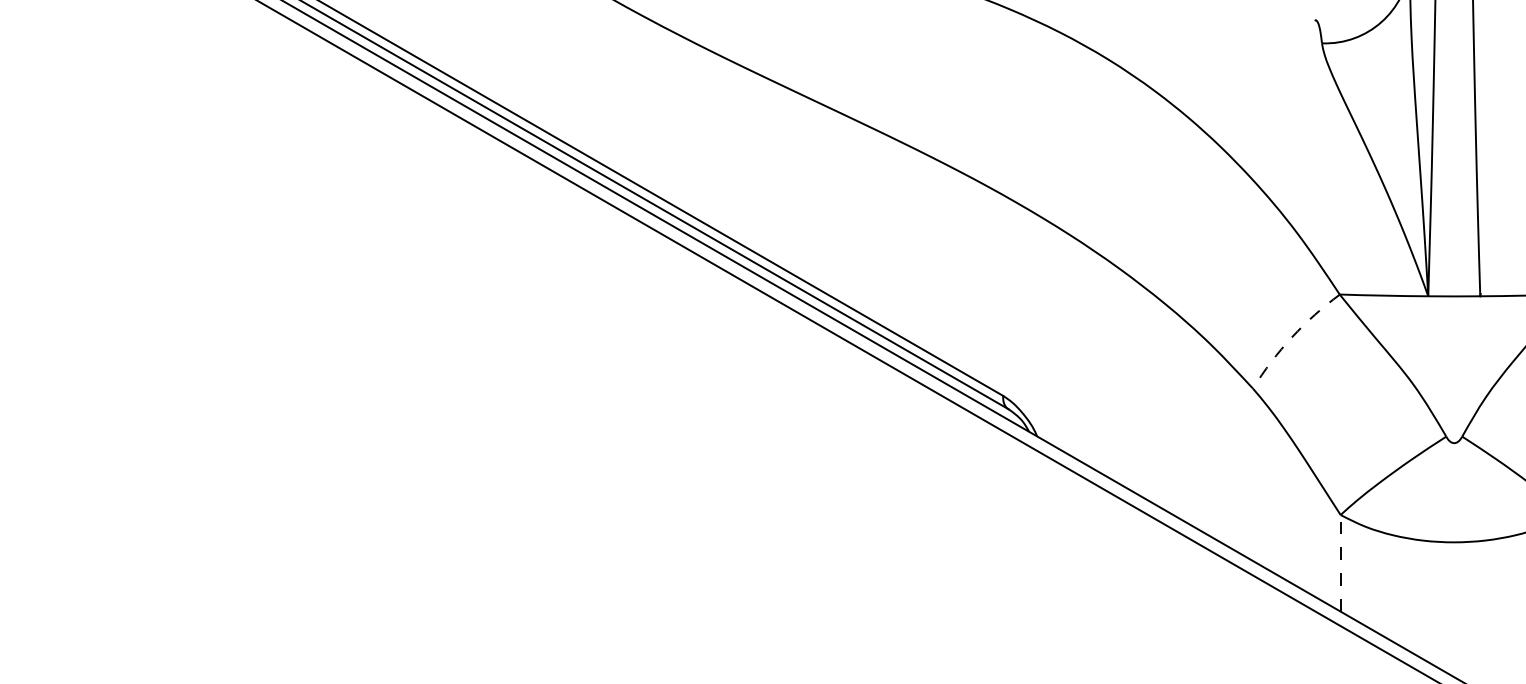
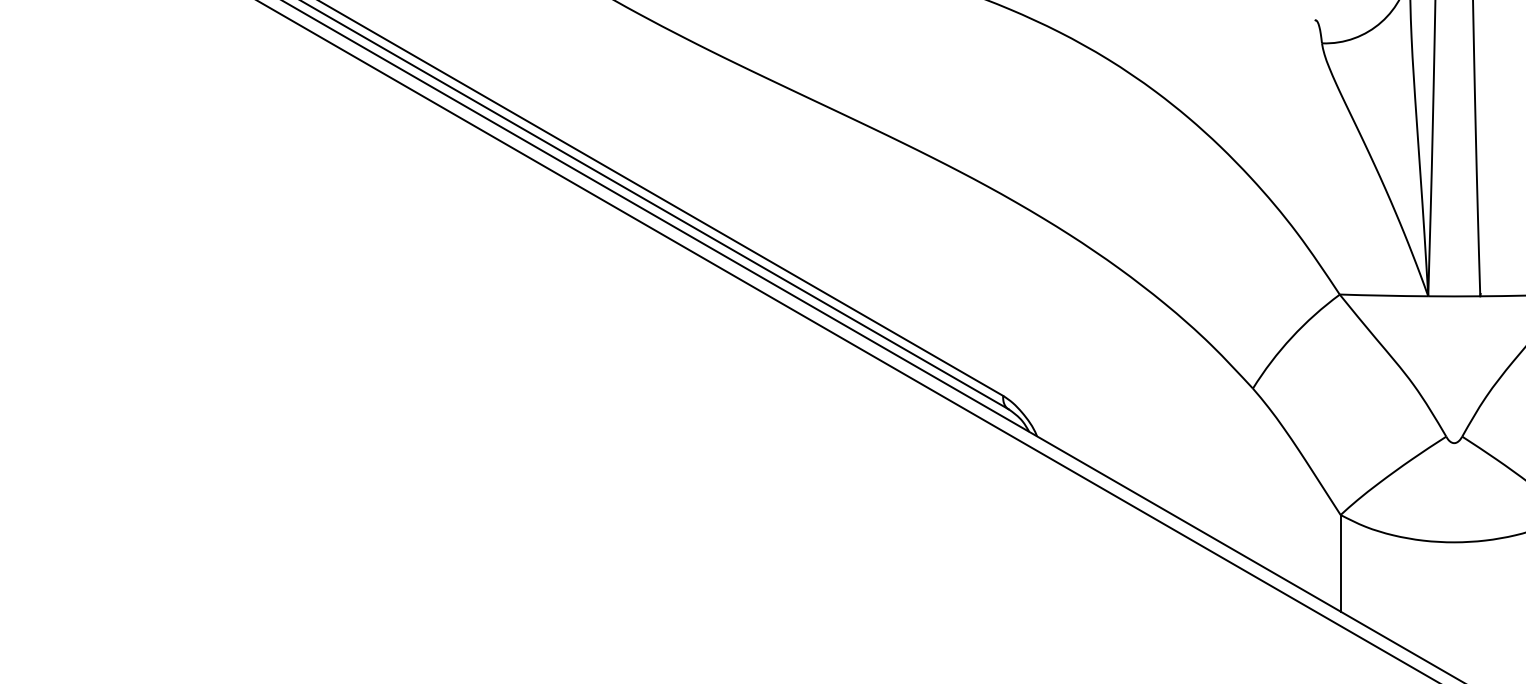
arc at (1291, 337): dashed -> solid
line at (1340, 562): dashed -> solid
